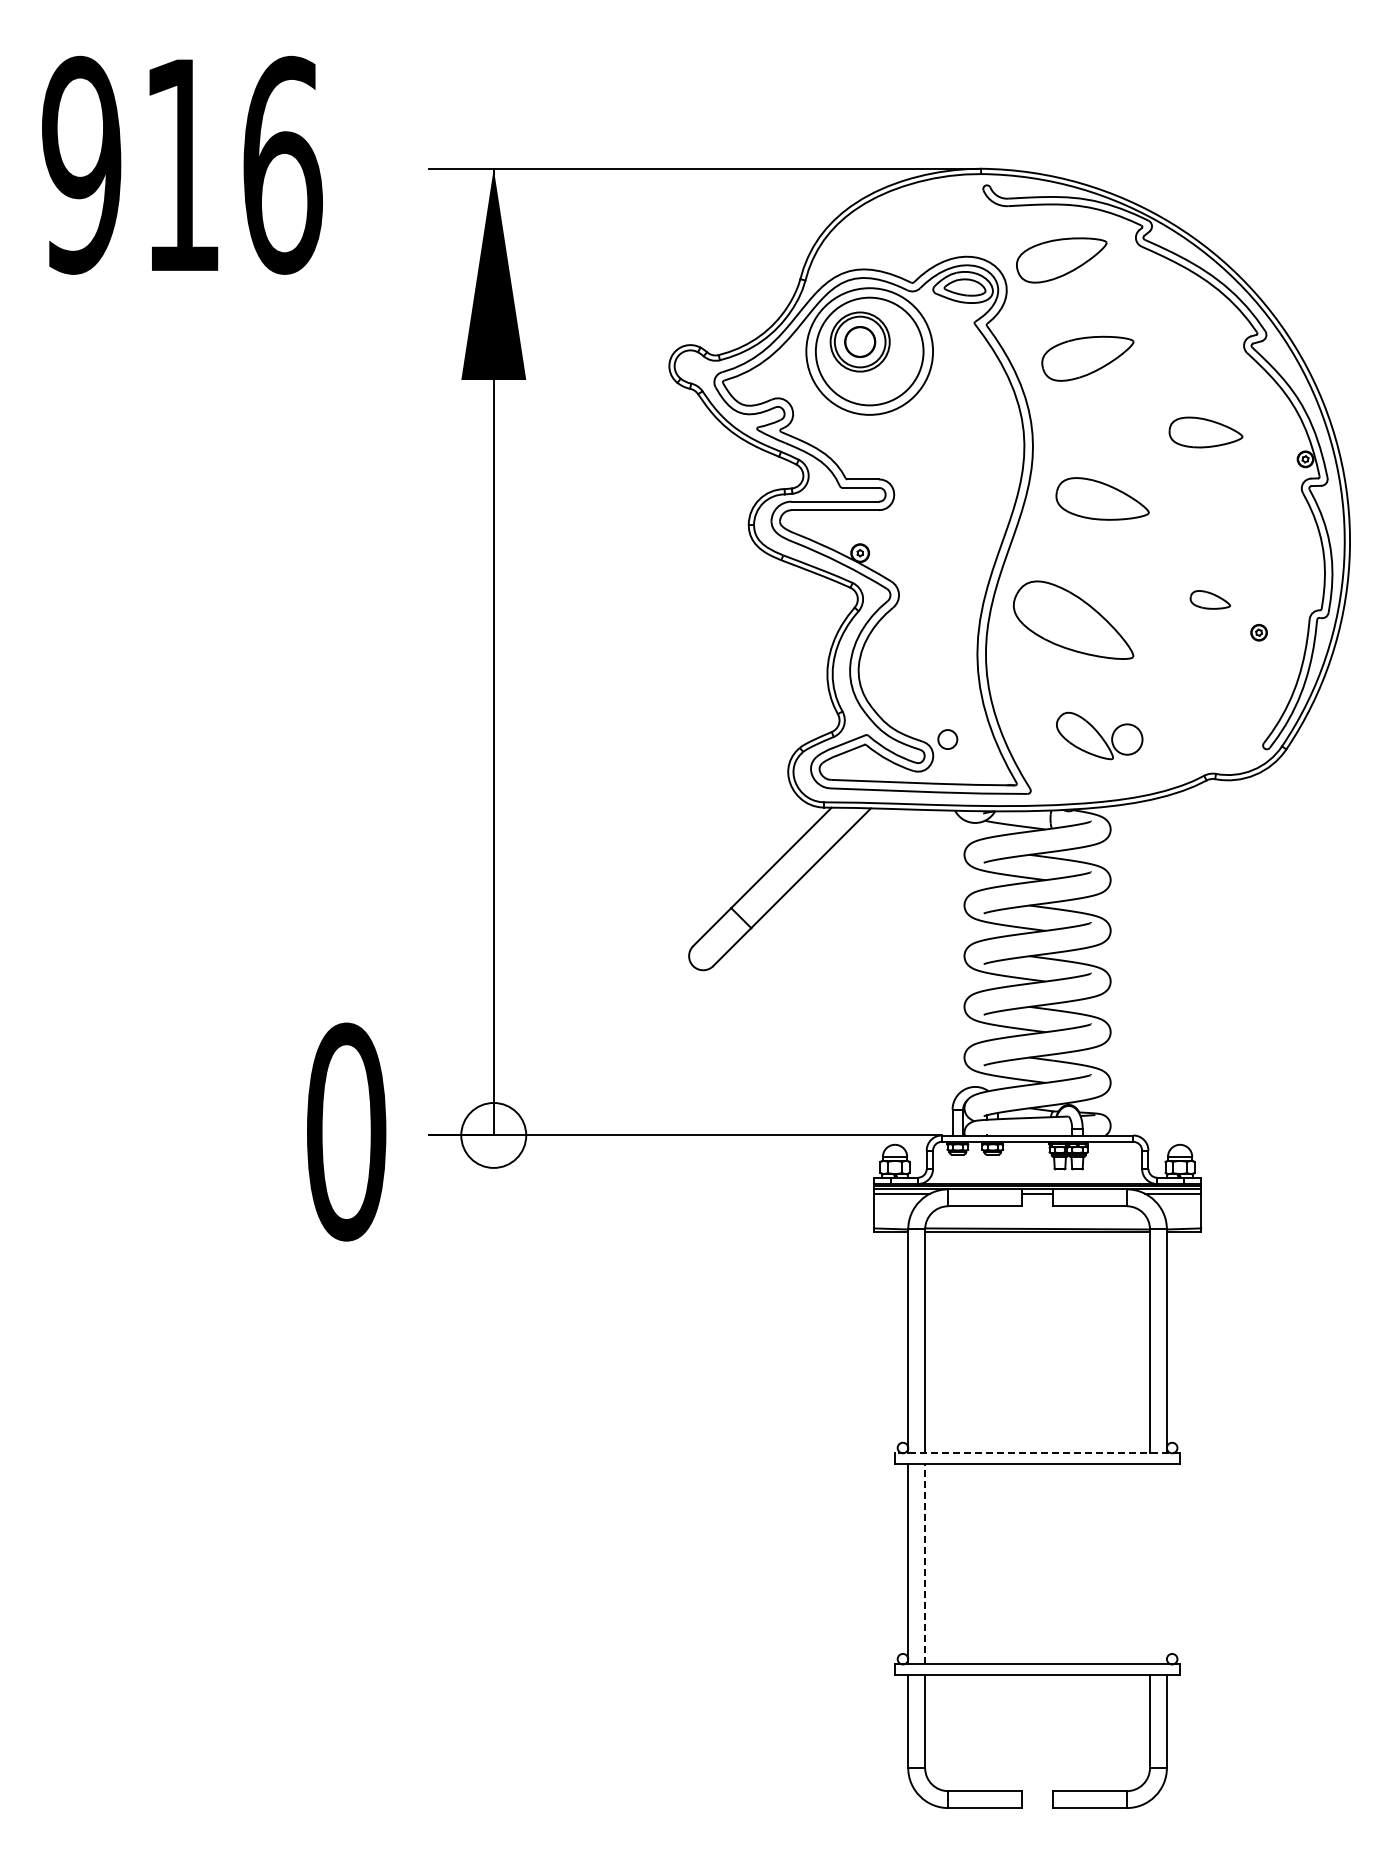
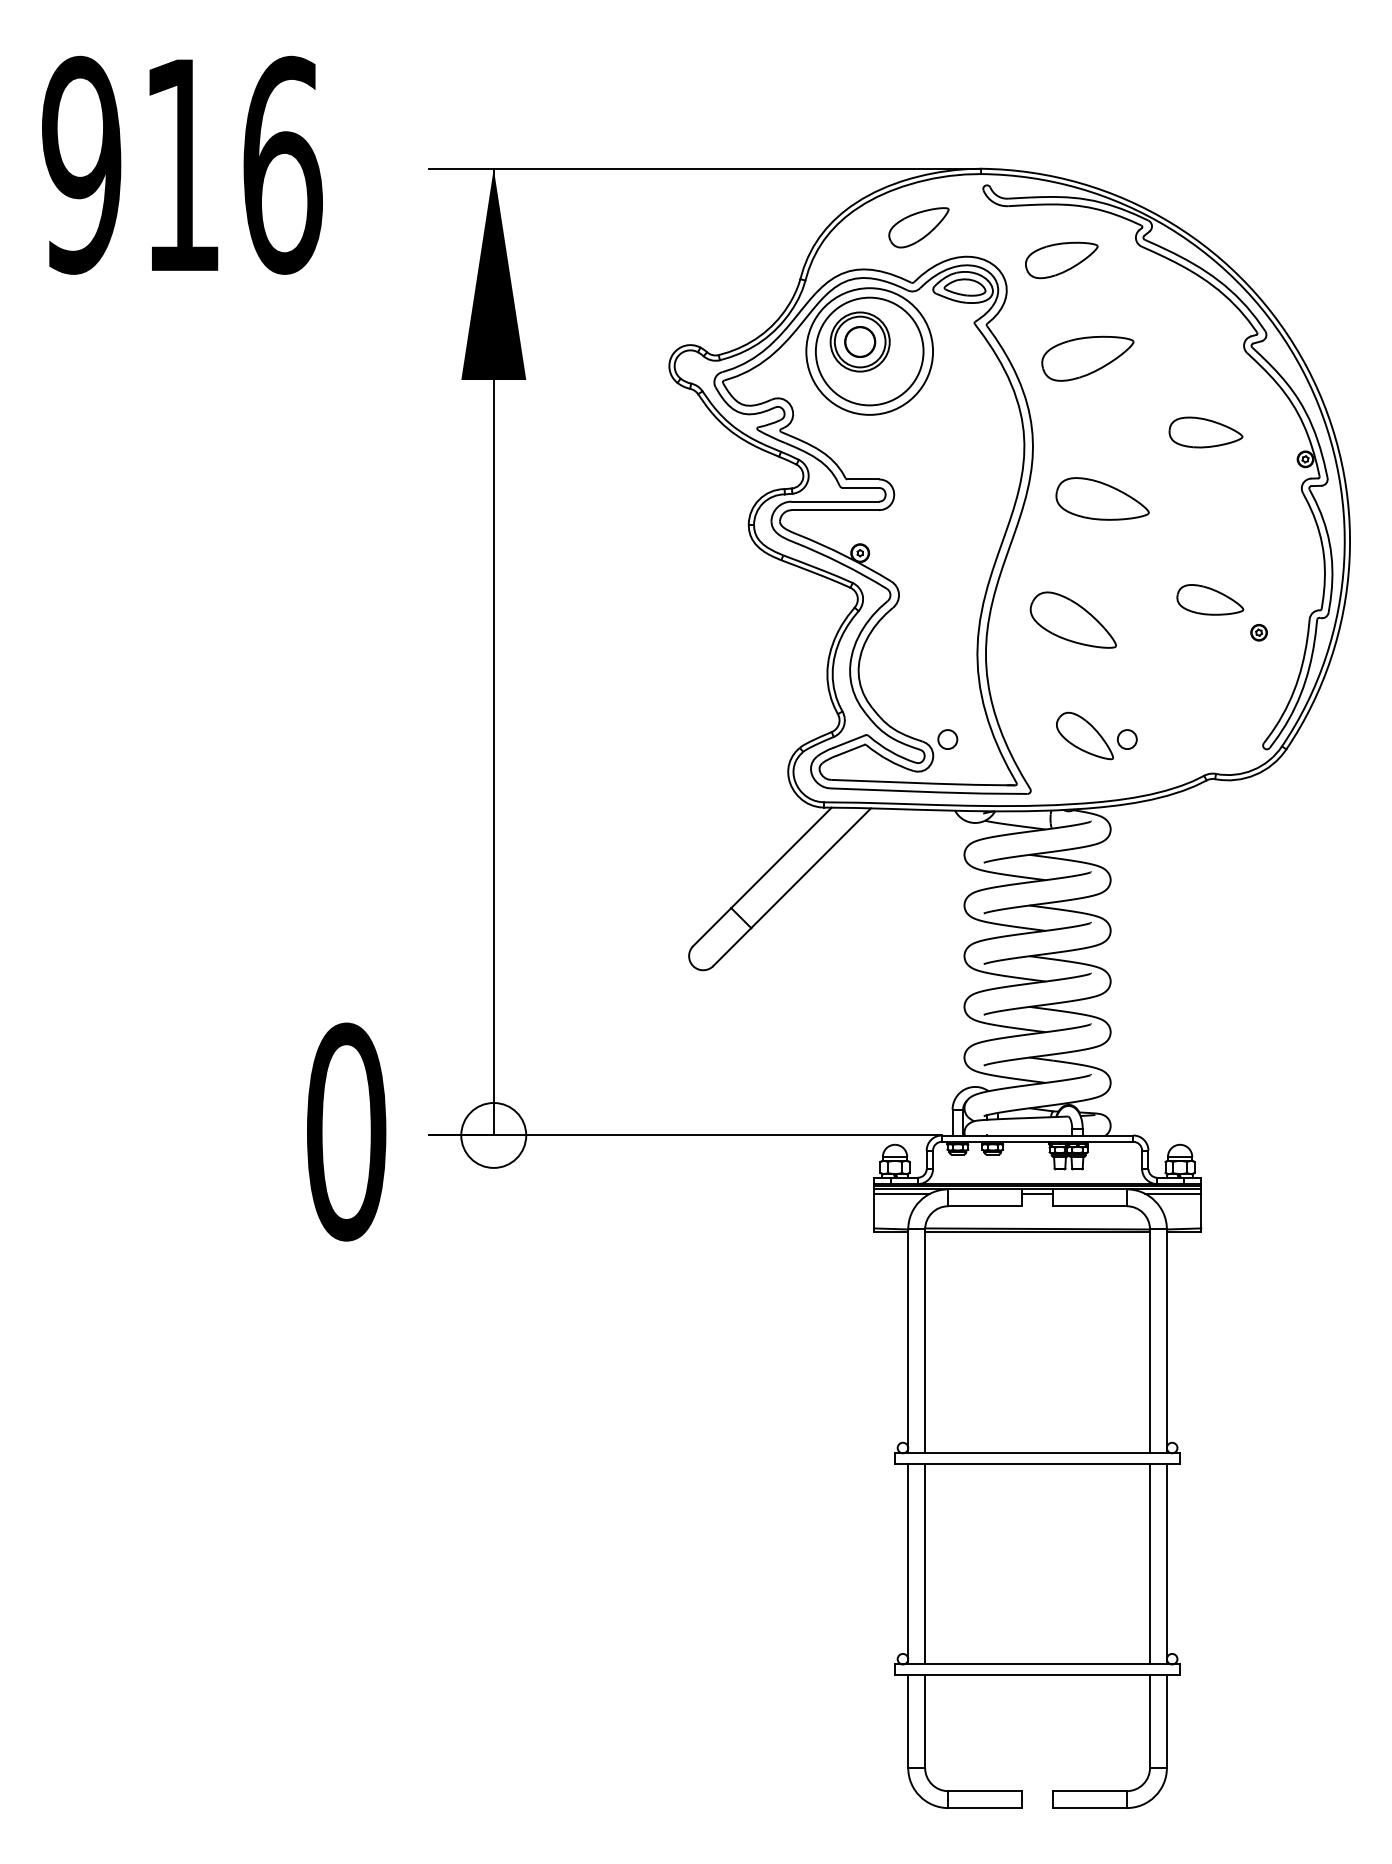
part at (918, 227): none -> present
part at (1061, 260) size: 92x47 px -> 74x39 px
part at (1210, 599) size: 43x20 px -> 69x32 px
part at (1073, 619) size: 123x80 px -> 88x58 px
circle at (1127, 739) diameter: 30 px -> 19 px
line at (1037, 1453): dashed -> solid
line at (925, 1563): dashed -> solid
line at (1150, 1563): none -> present
line at (1166, 1563): none -> present
